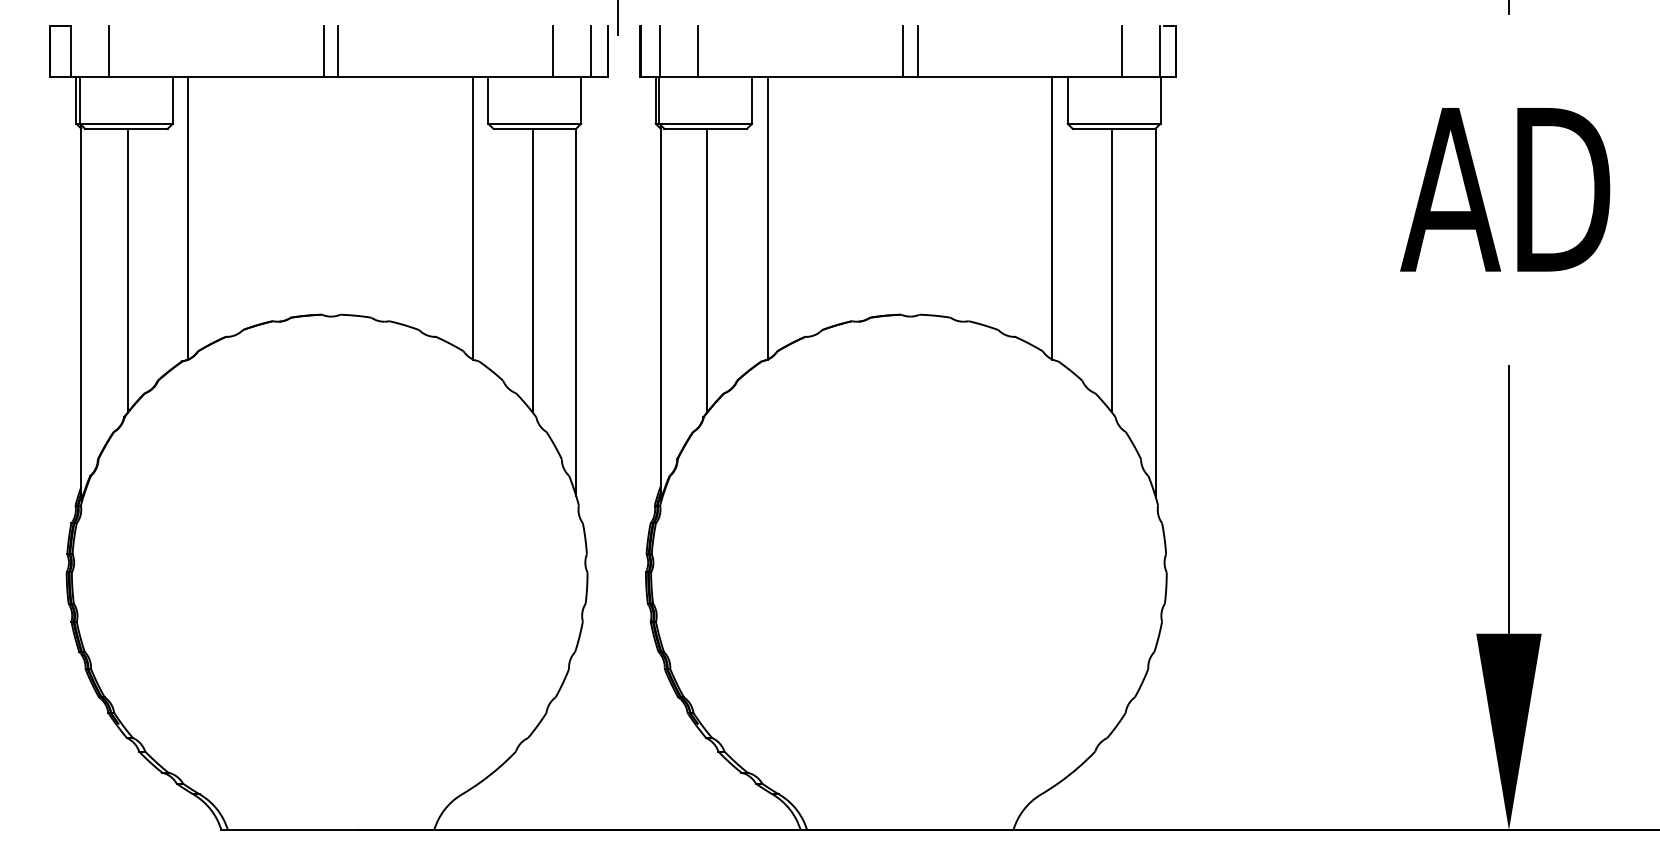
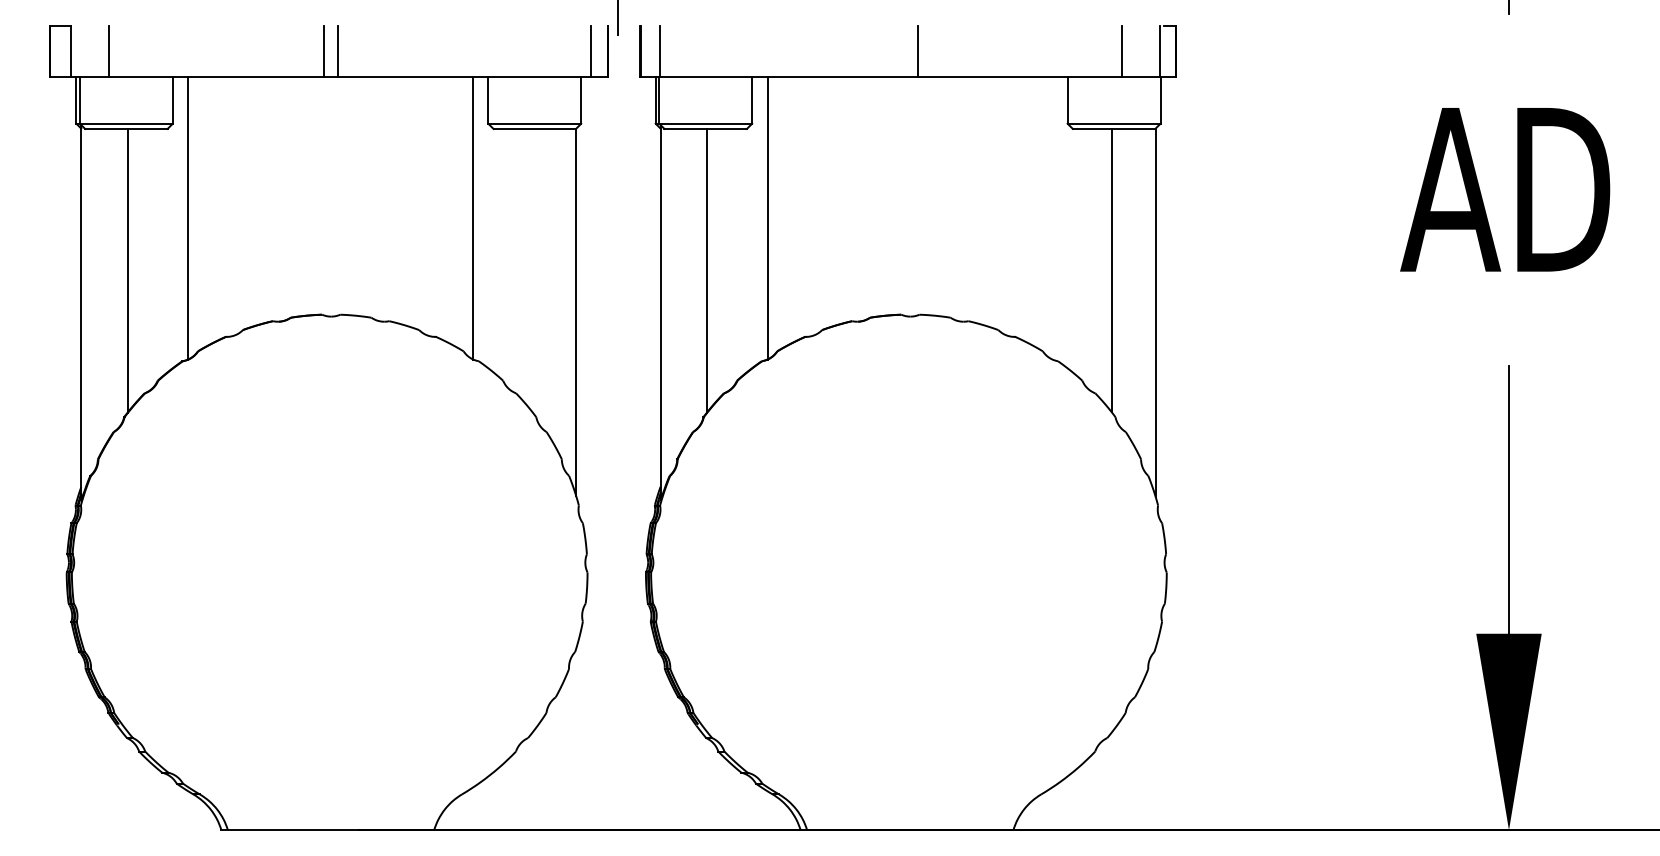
line at (553, 51): present -> none
line at (698, 51): present -> none
line at (903, 51): present -> none
line at (1052, 218): present -> none
line at (532, 270): present -> none
